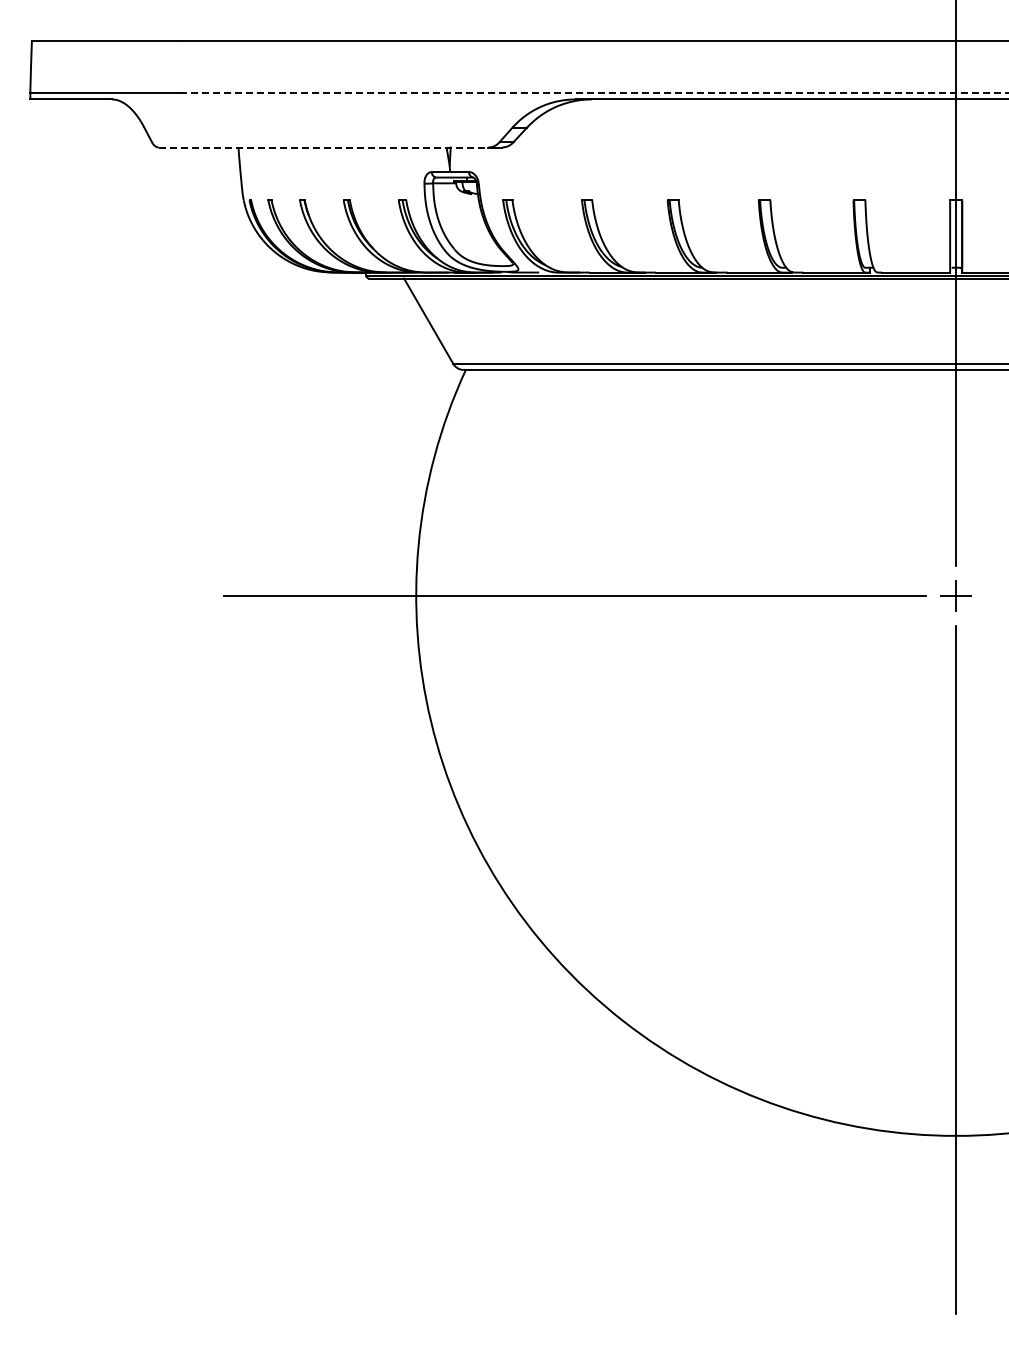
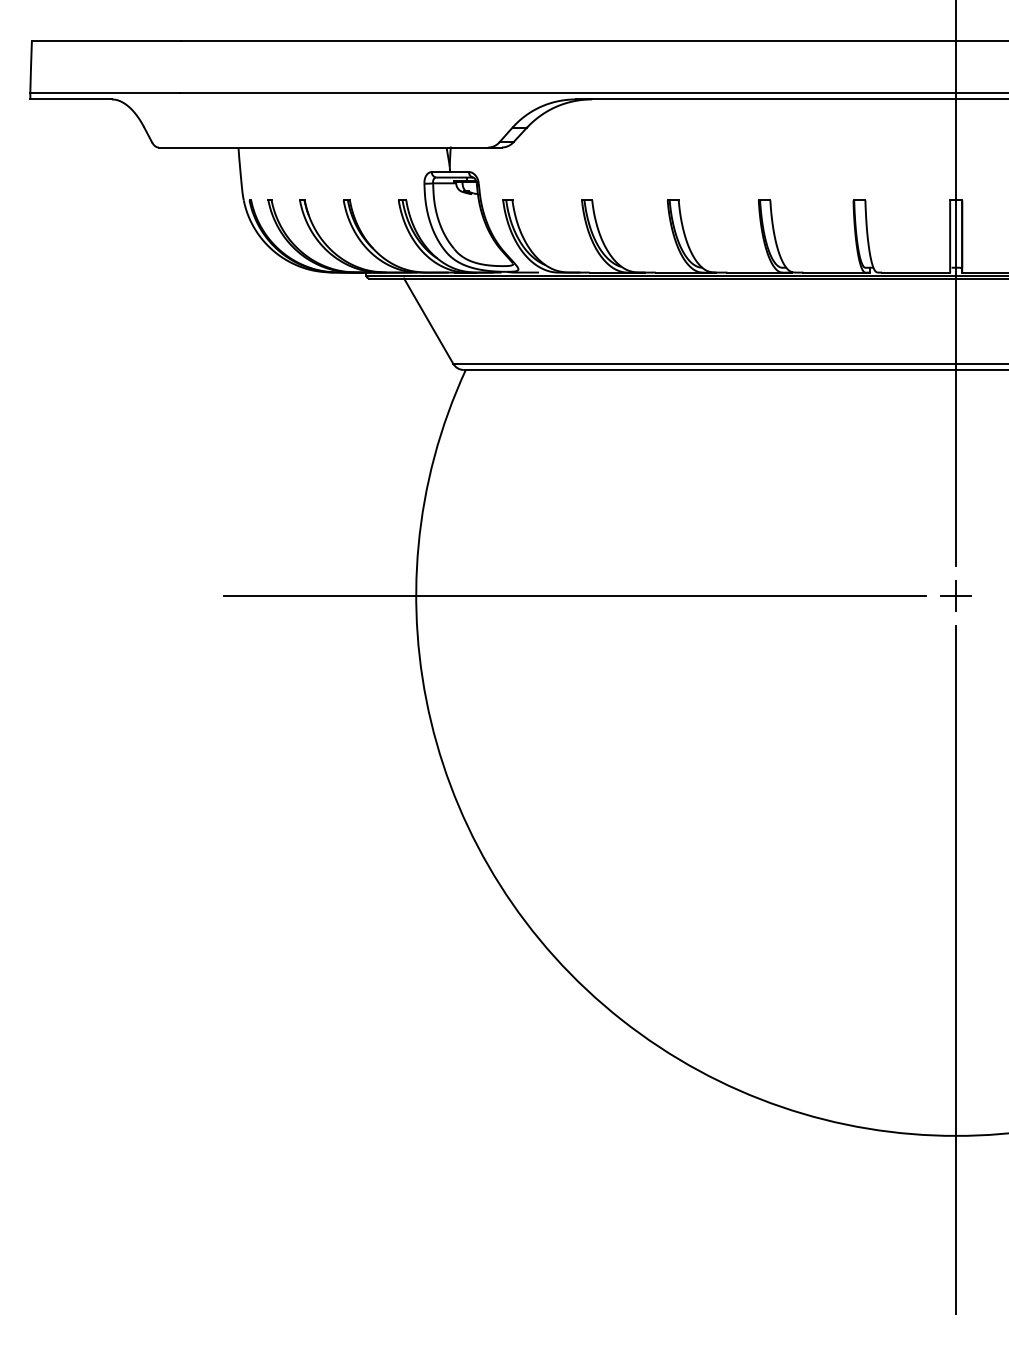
line at (594, 93): dashed -> solid
line at (323, 147): dashed -> solid
